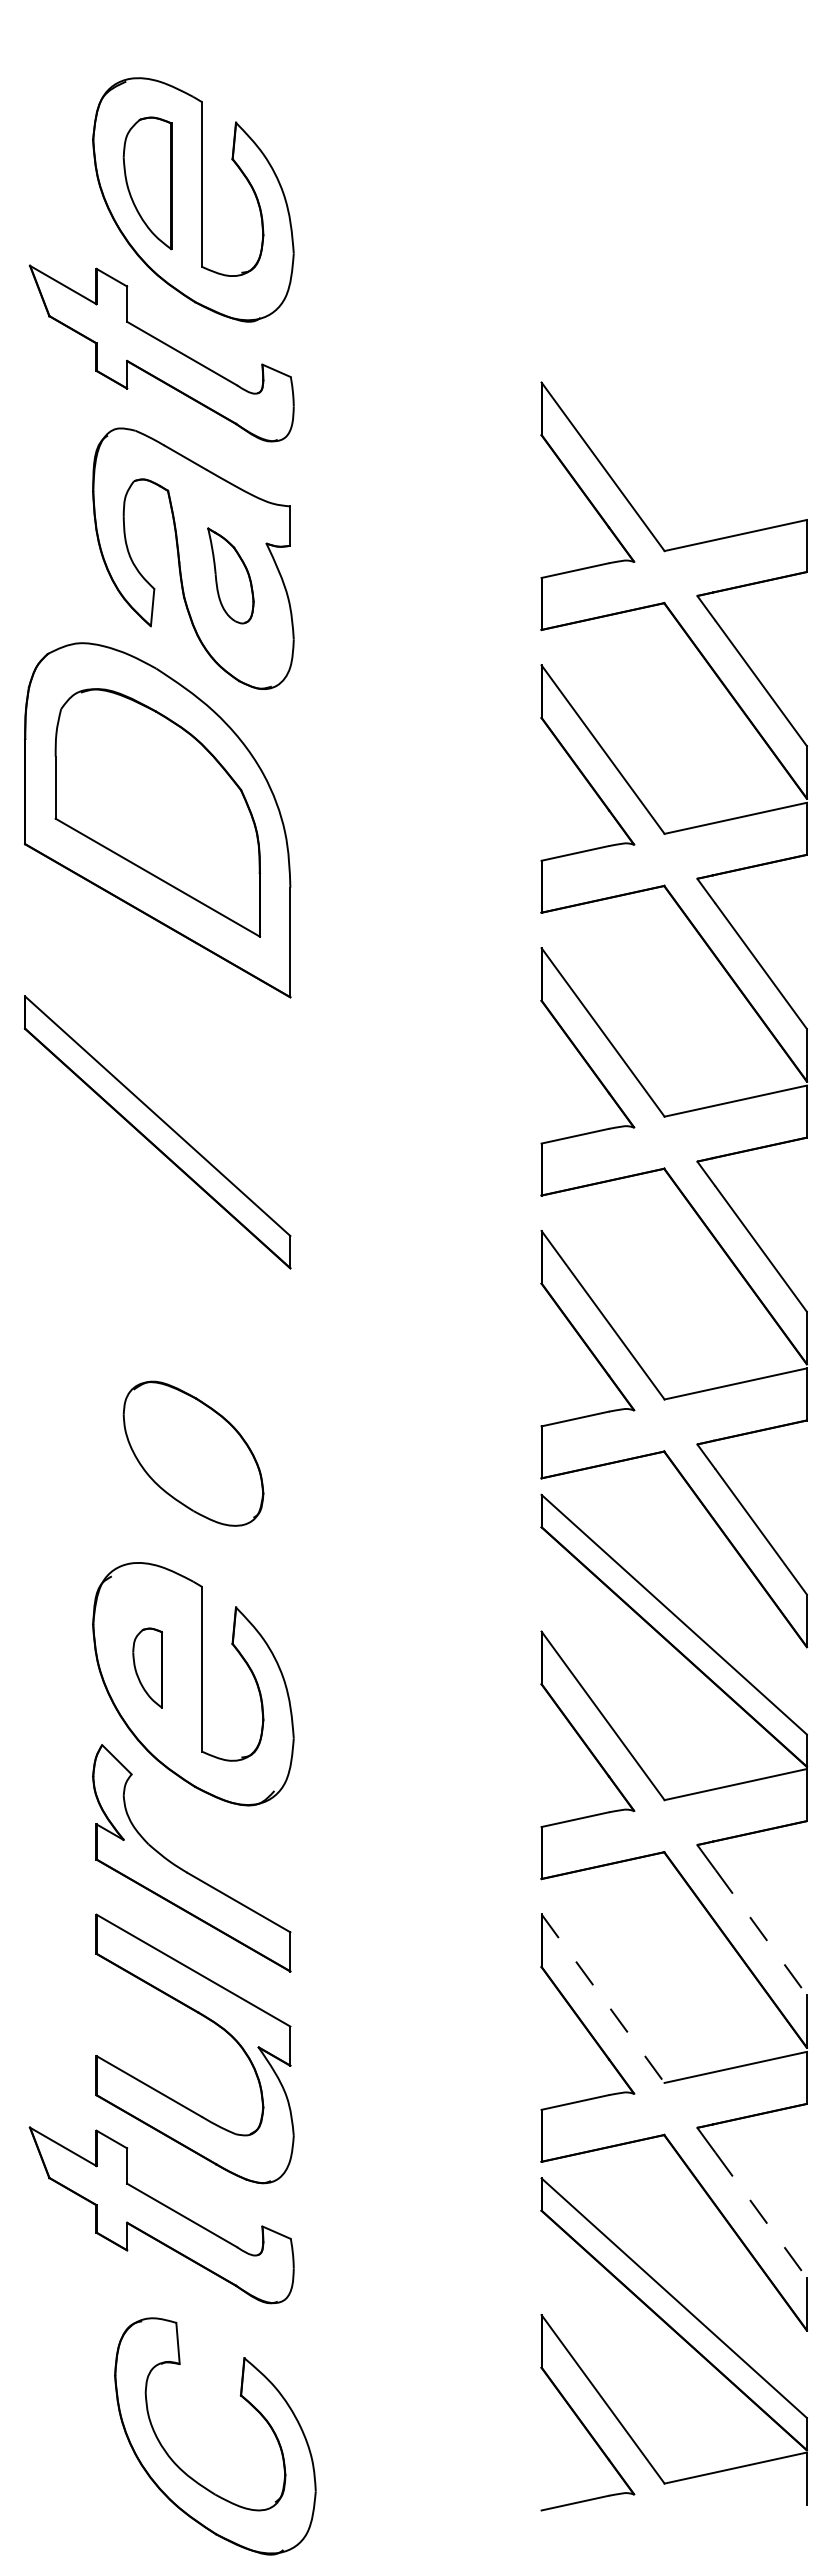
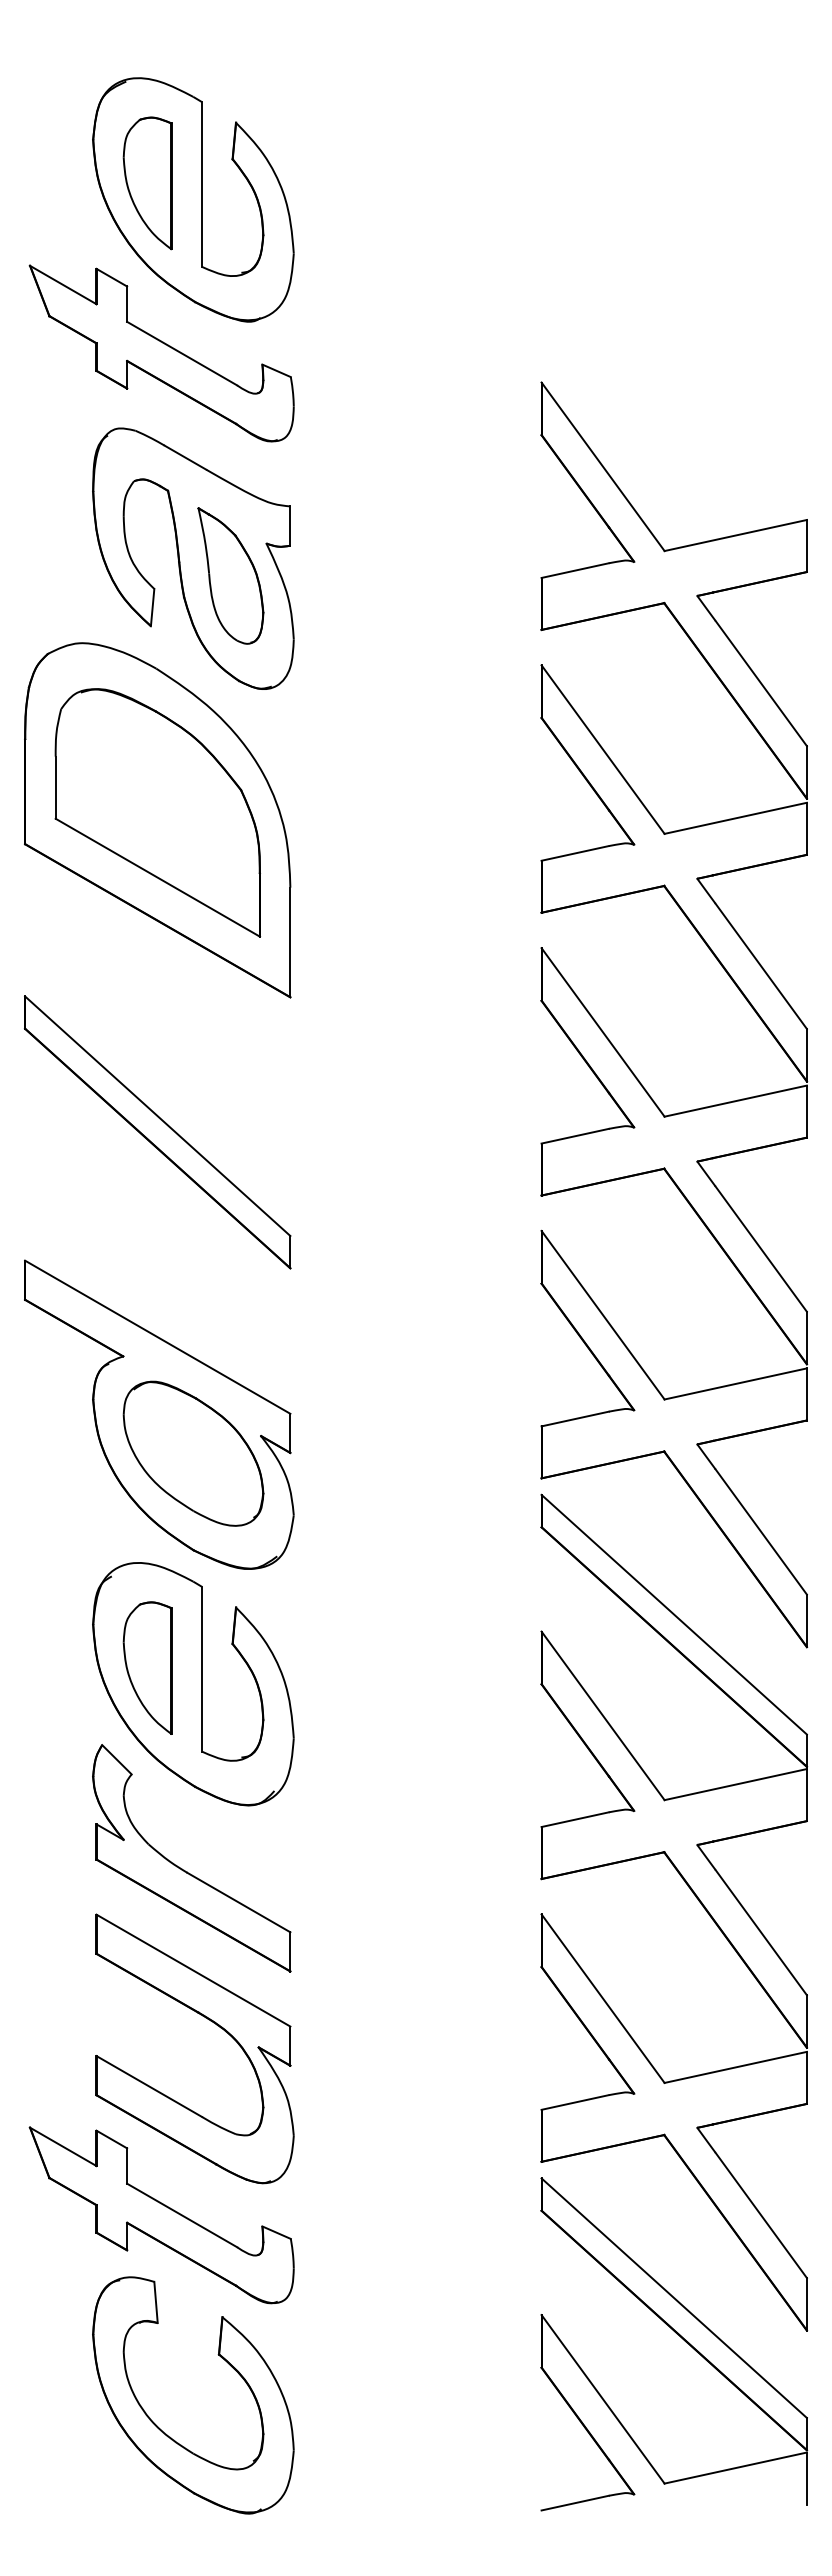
part at (230, 575) size: 48x98 px -> 68x138 px
part at (159, 1414): none -> present
part at (147, 1667) size: 31x82 px -> 51x134 px
line at (761, 1933): dashed -> solid
line at (603, 1999): dashed -> solid
line at (761, 2215): dashed -> solid
part at (242, 2398) position: (242, 2398) -> (220, 2357)
